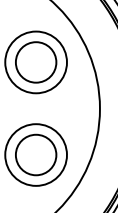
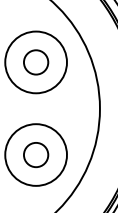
circle at (35, 62) diameter: 41 px -> 24 px
circle at (35, 154) diameter: 41 px -> 24 px
